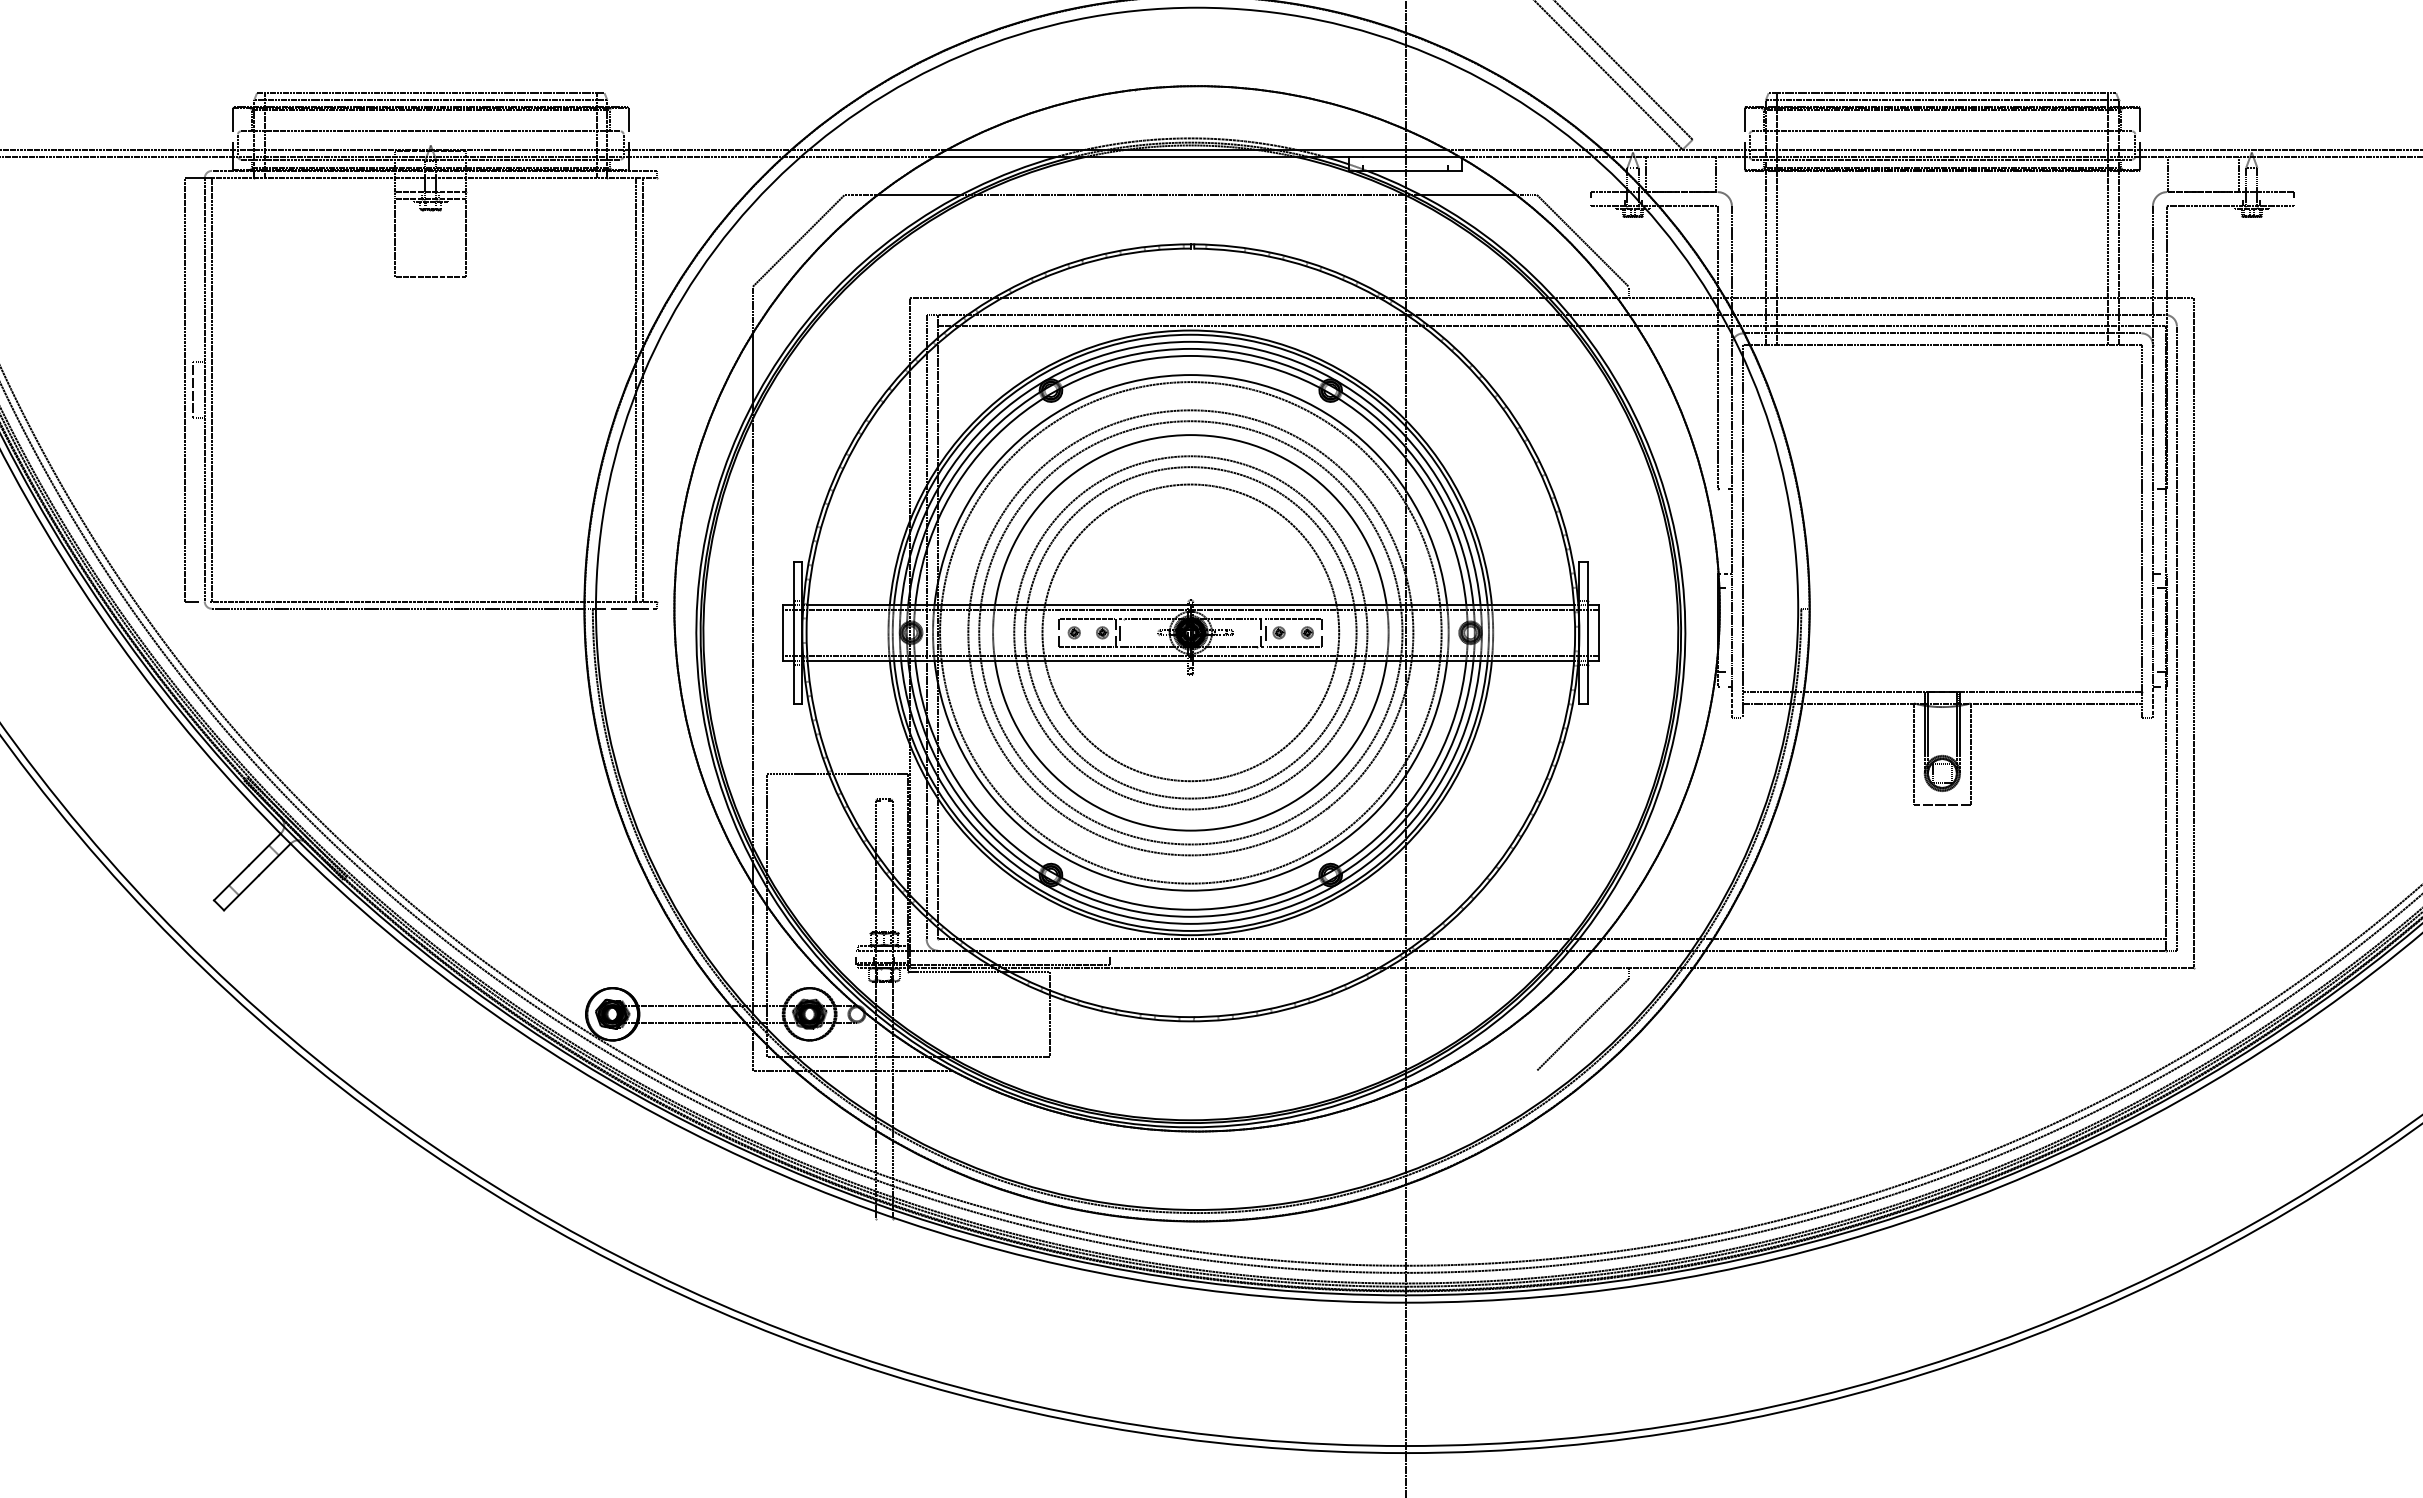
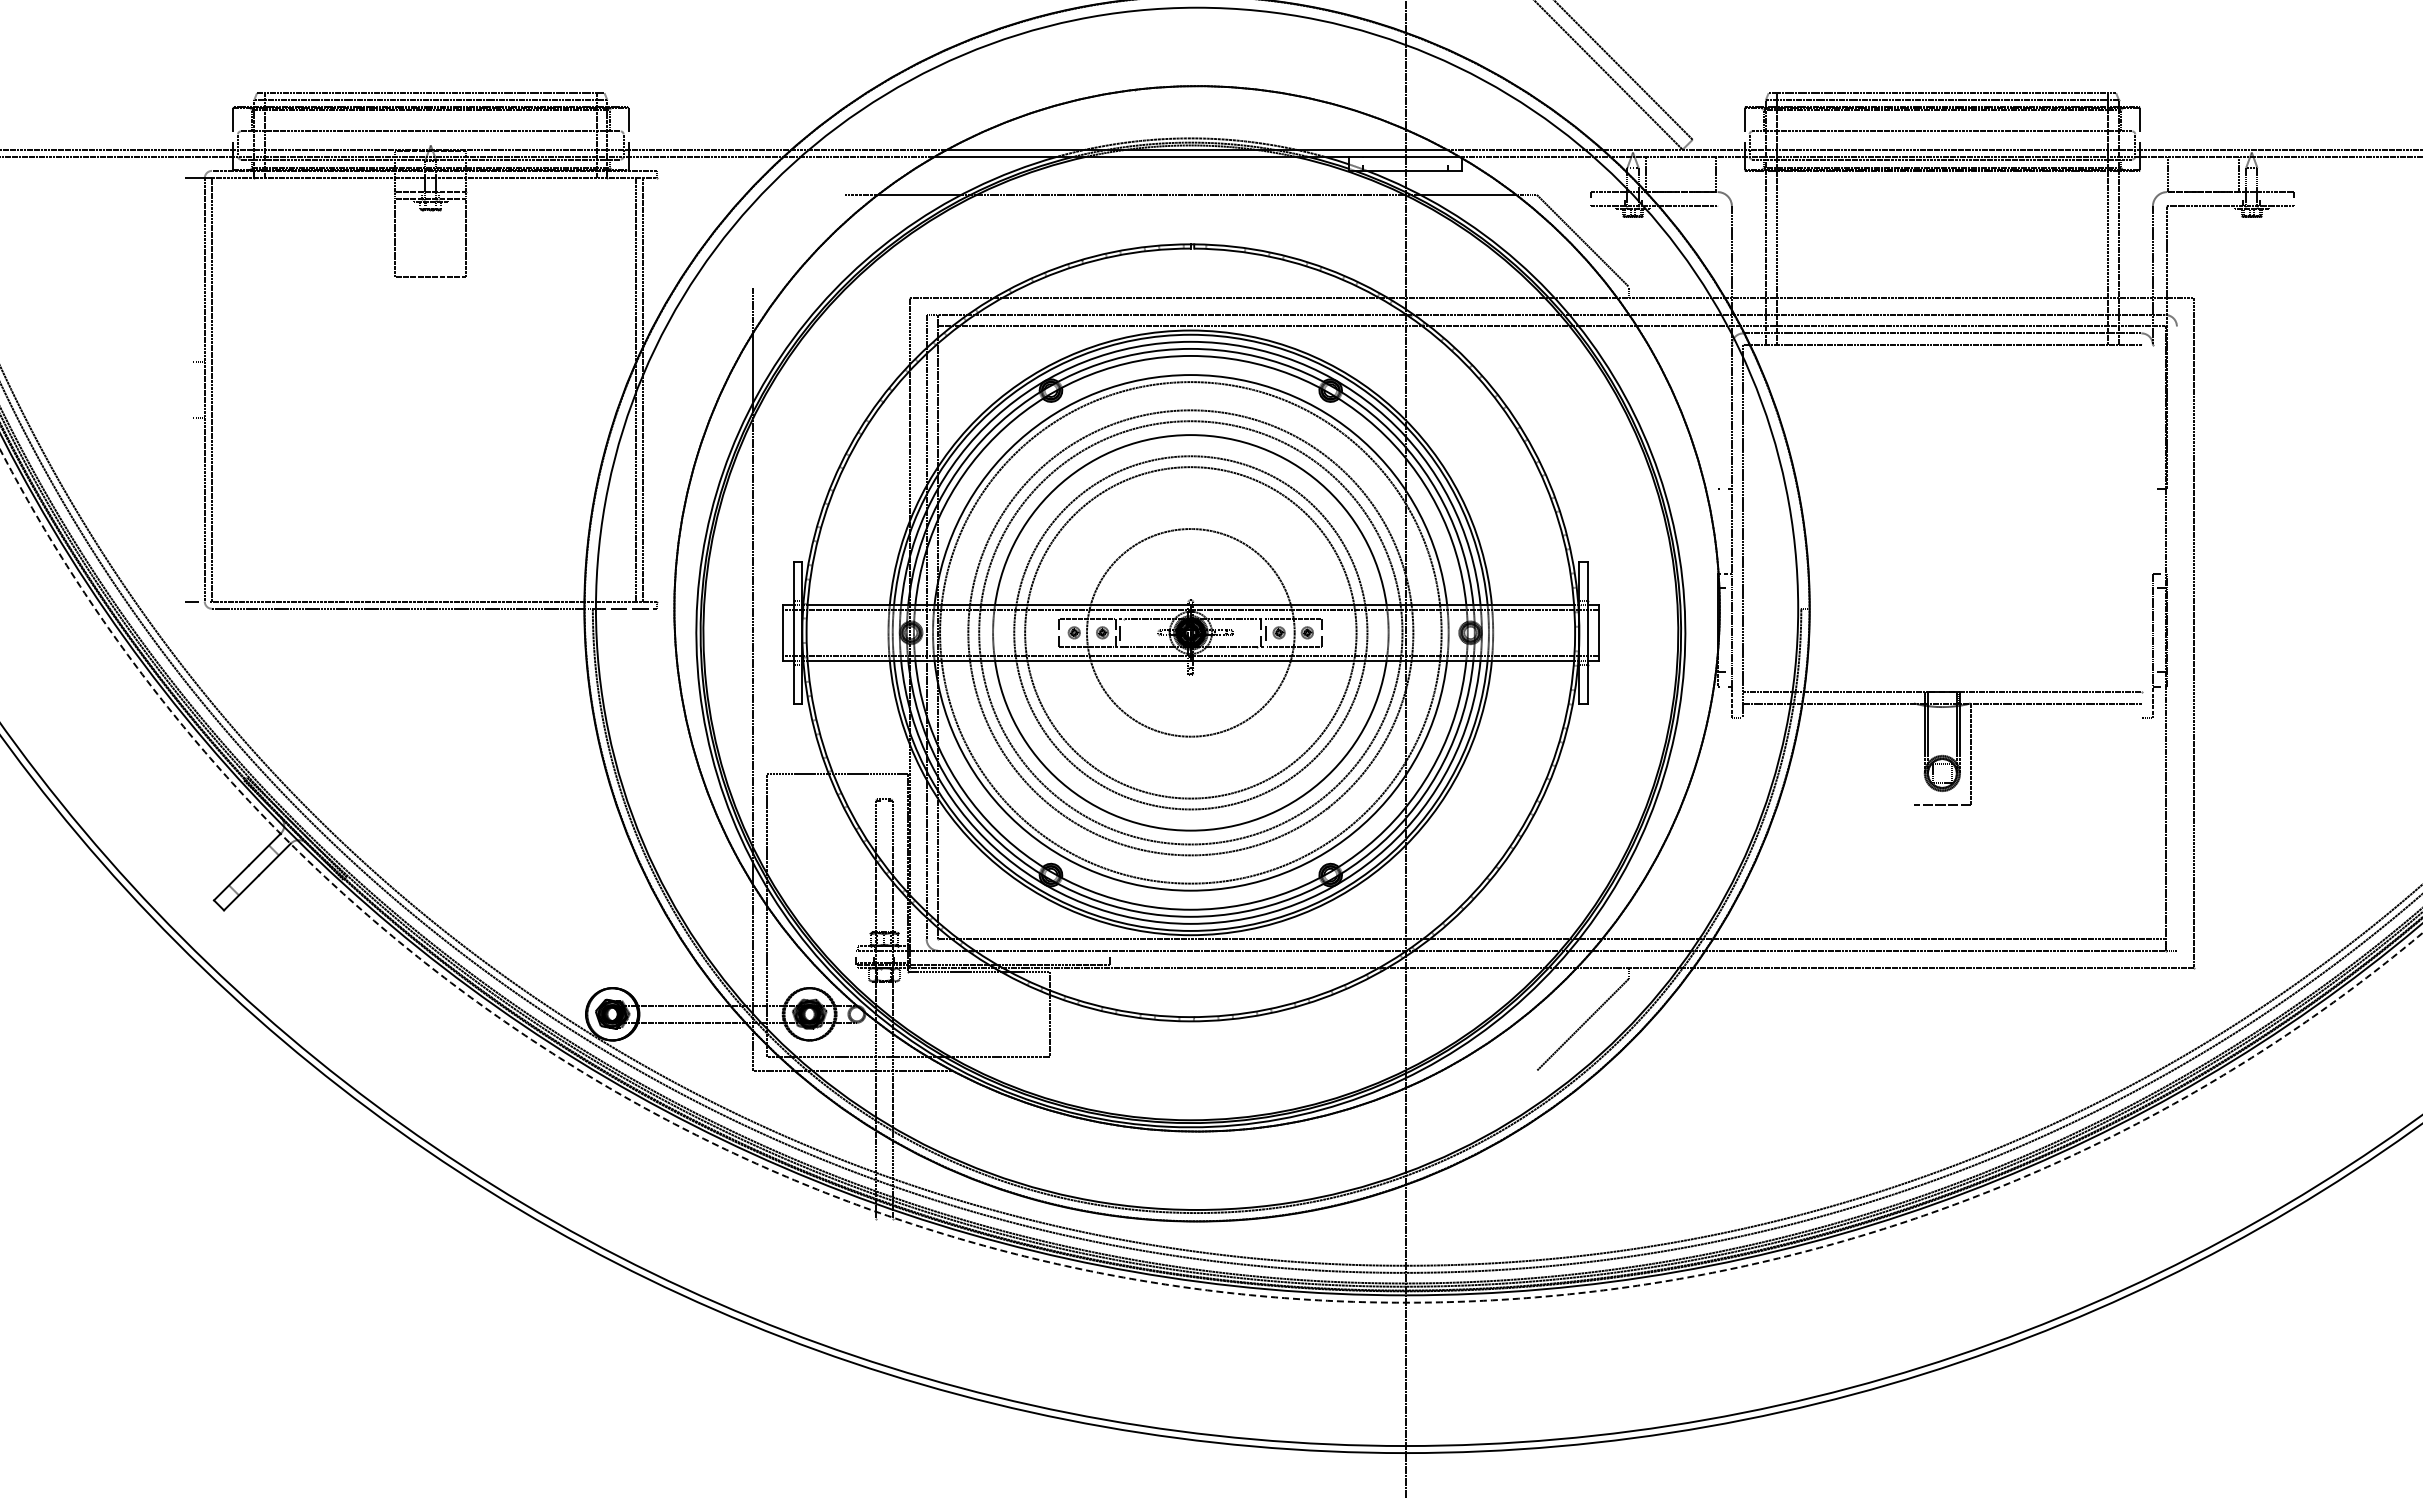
line at (798, 240): present -> none
line at (1717, 347): present -> none
line at (184, 389): present -> none
line at (193, 389): present -> none
line at (2152, 458): present -> none
line at (2141, 530): present -> none
circle at (1190, 632) diameter: 297 px -> 208 px
line at (2176, 638): present -> none
line at (1914, 754): present -> none
arc at (1093, 1271): solid -> dashed
